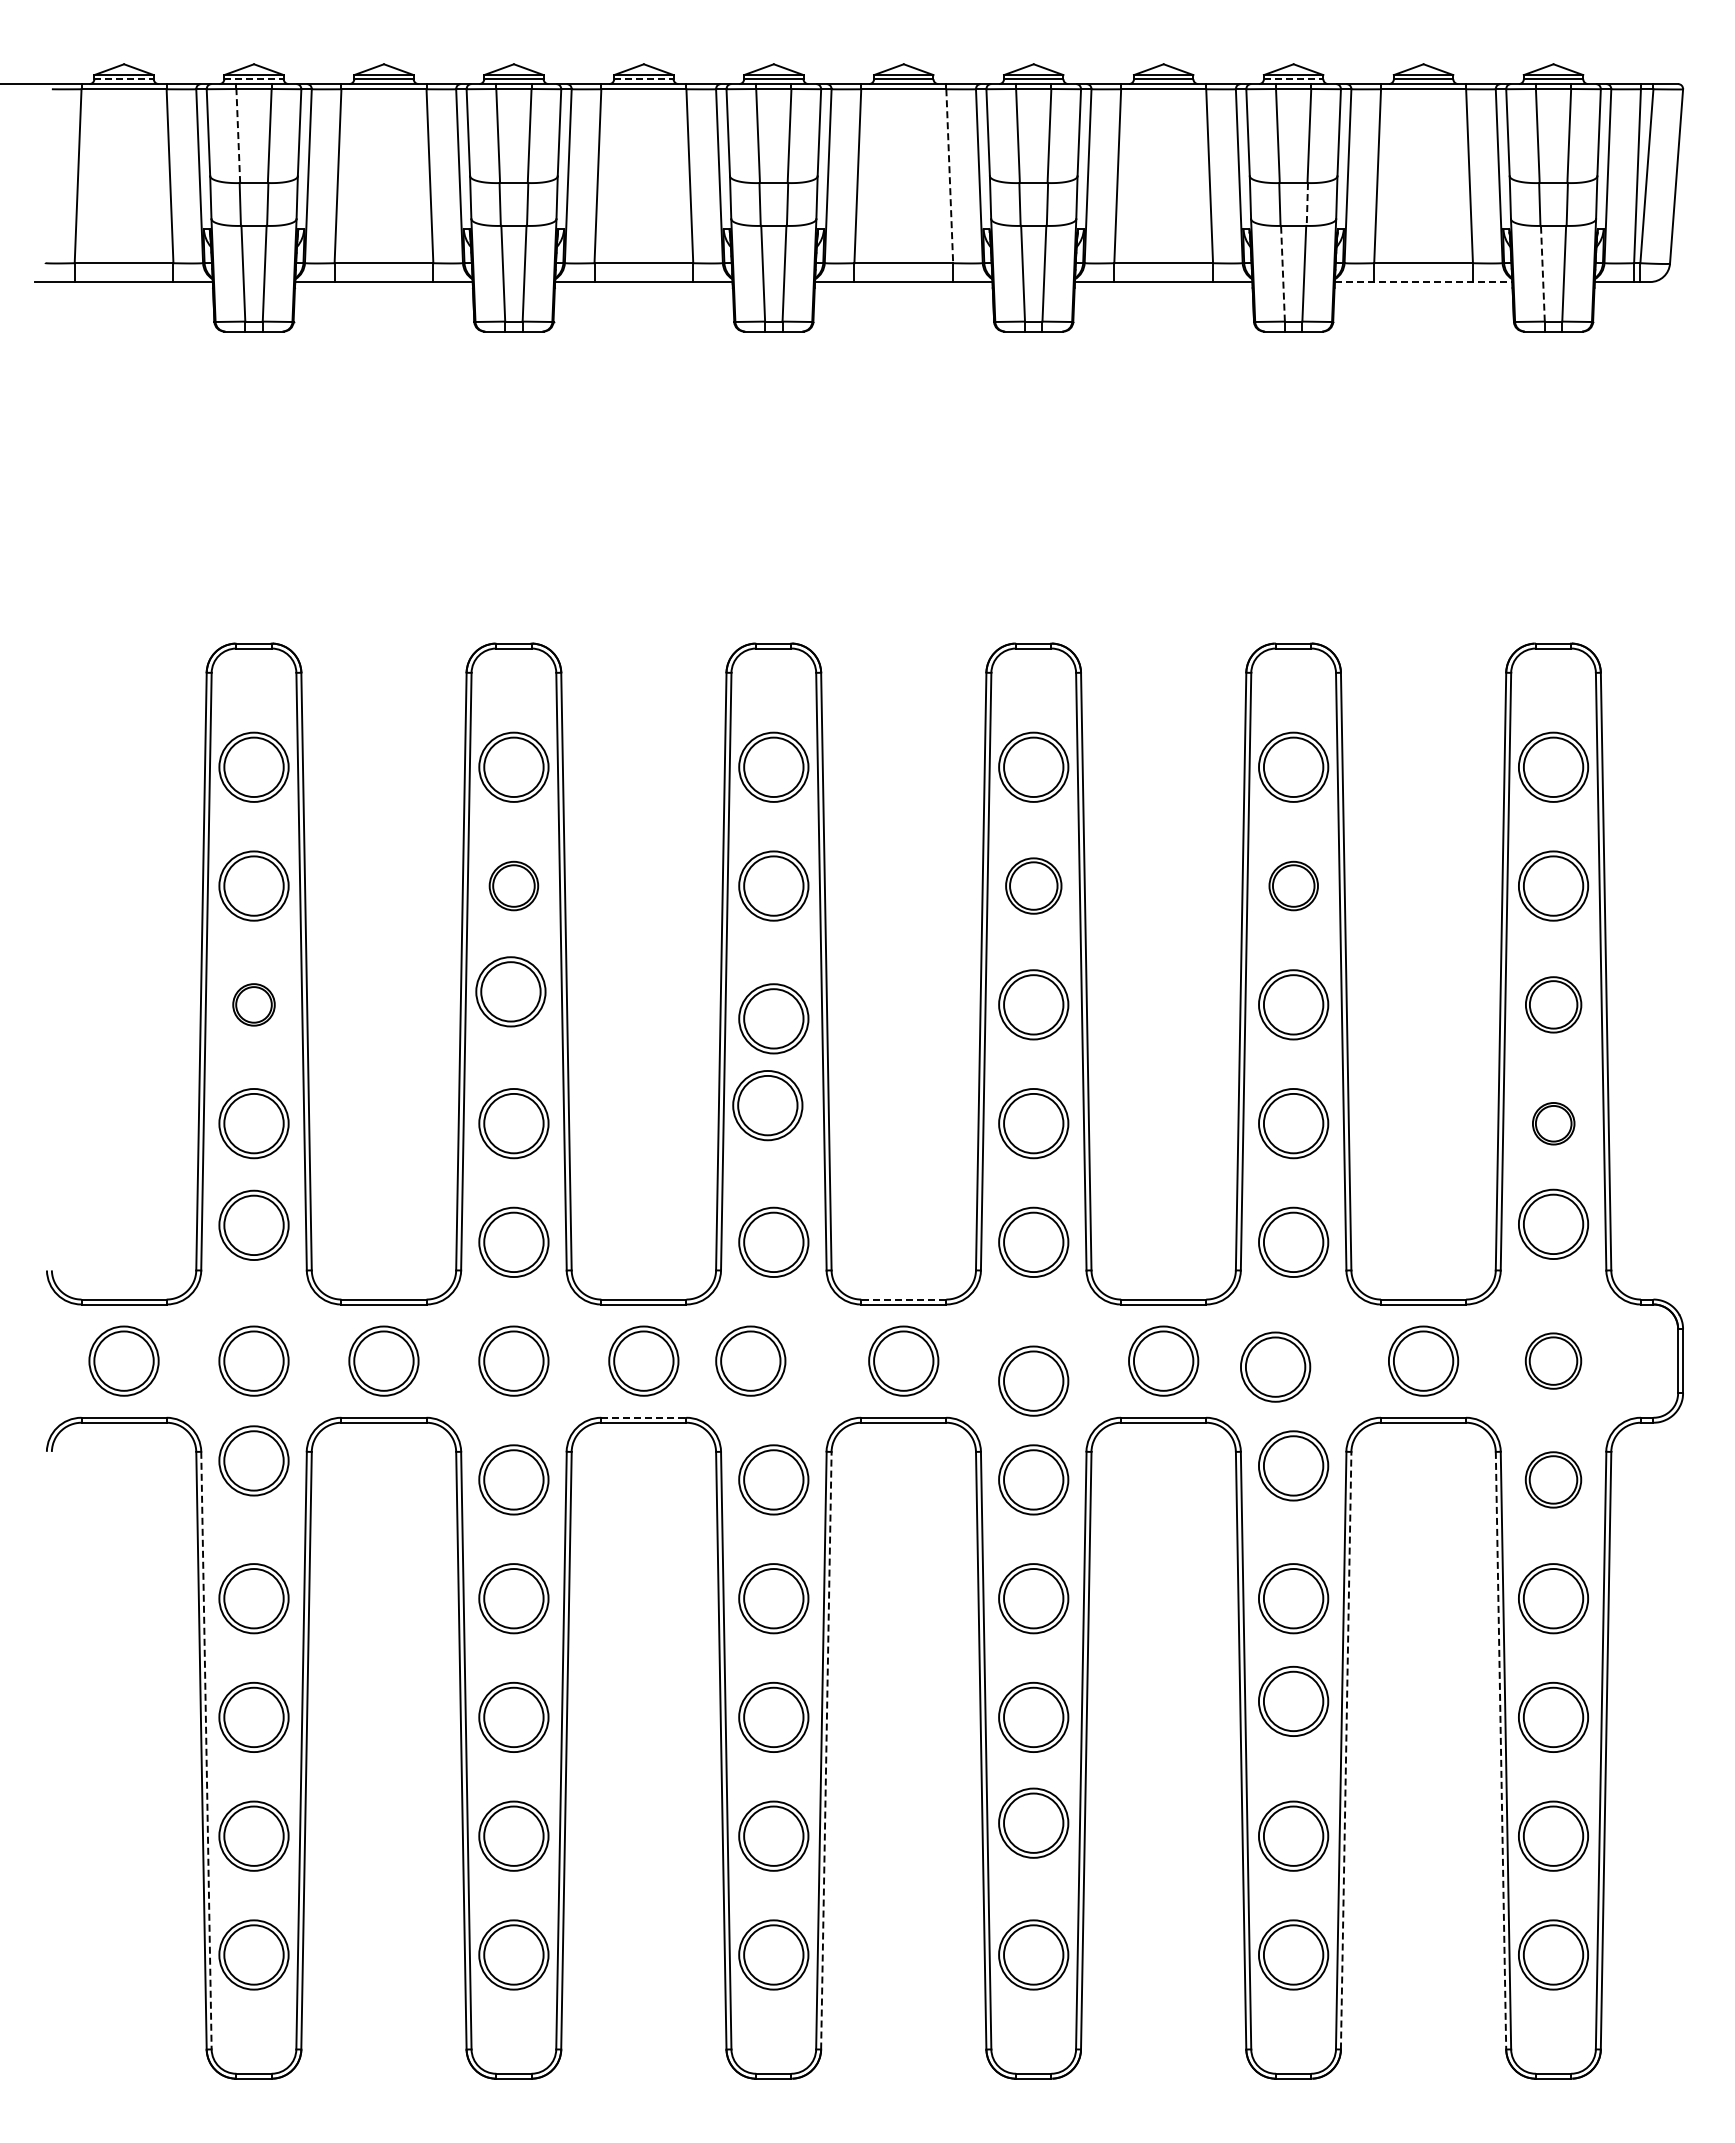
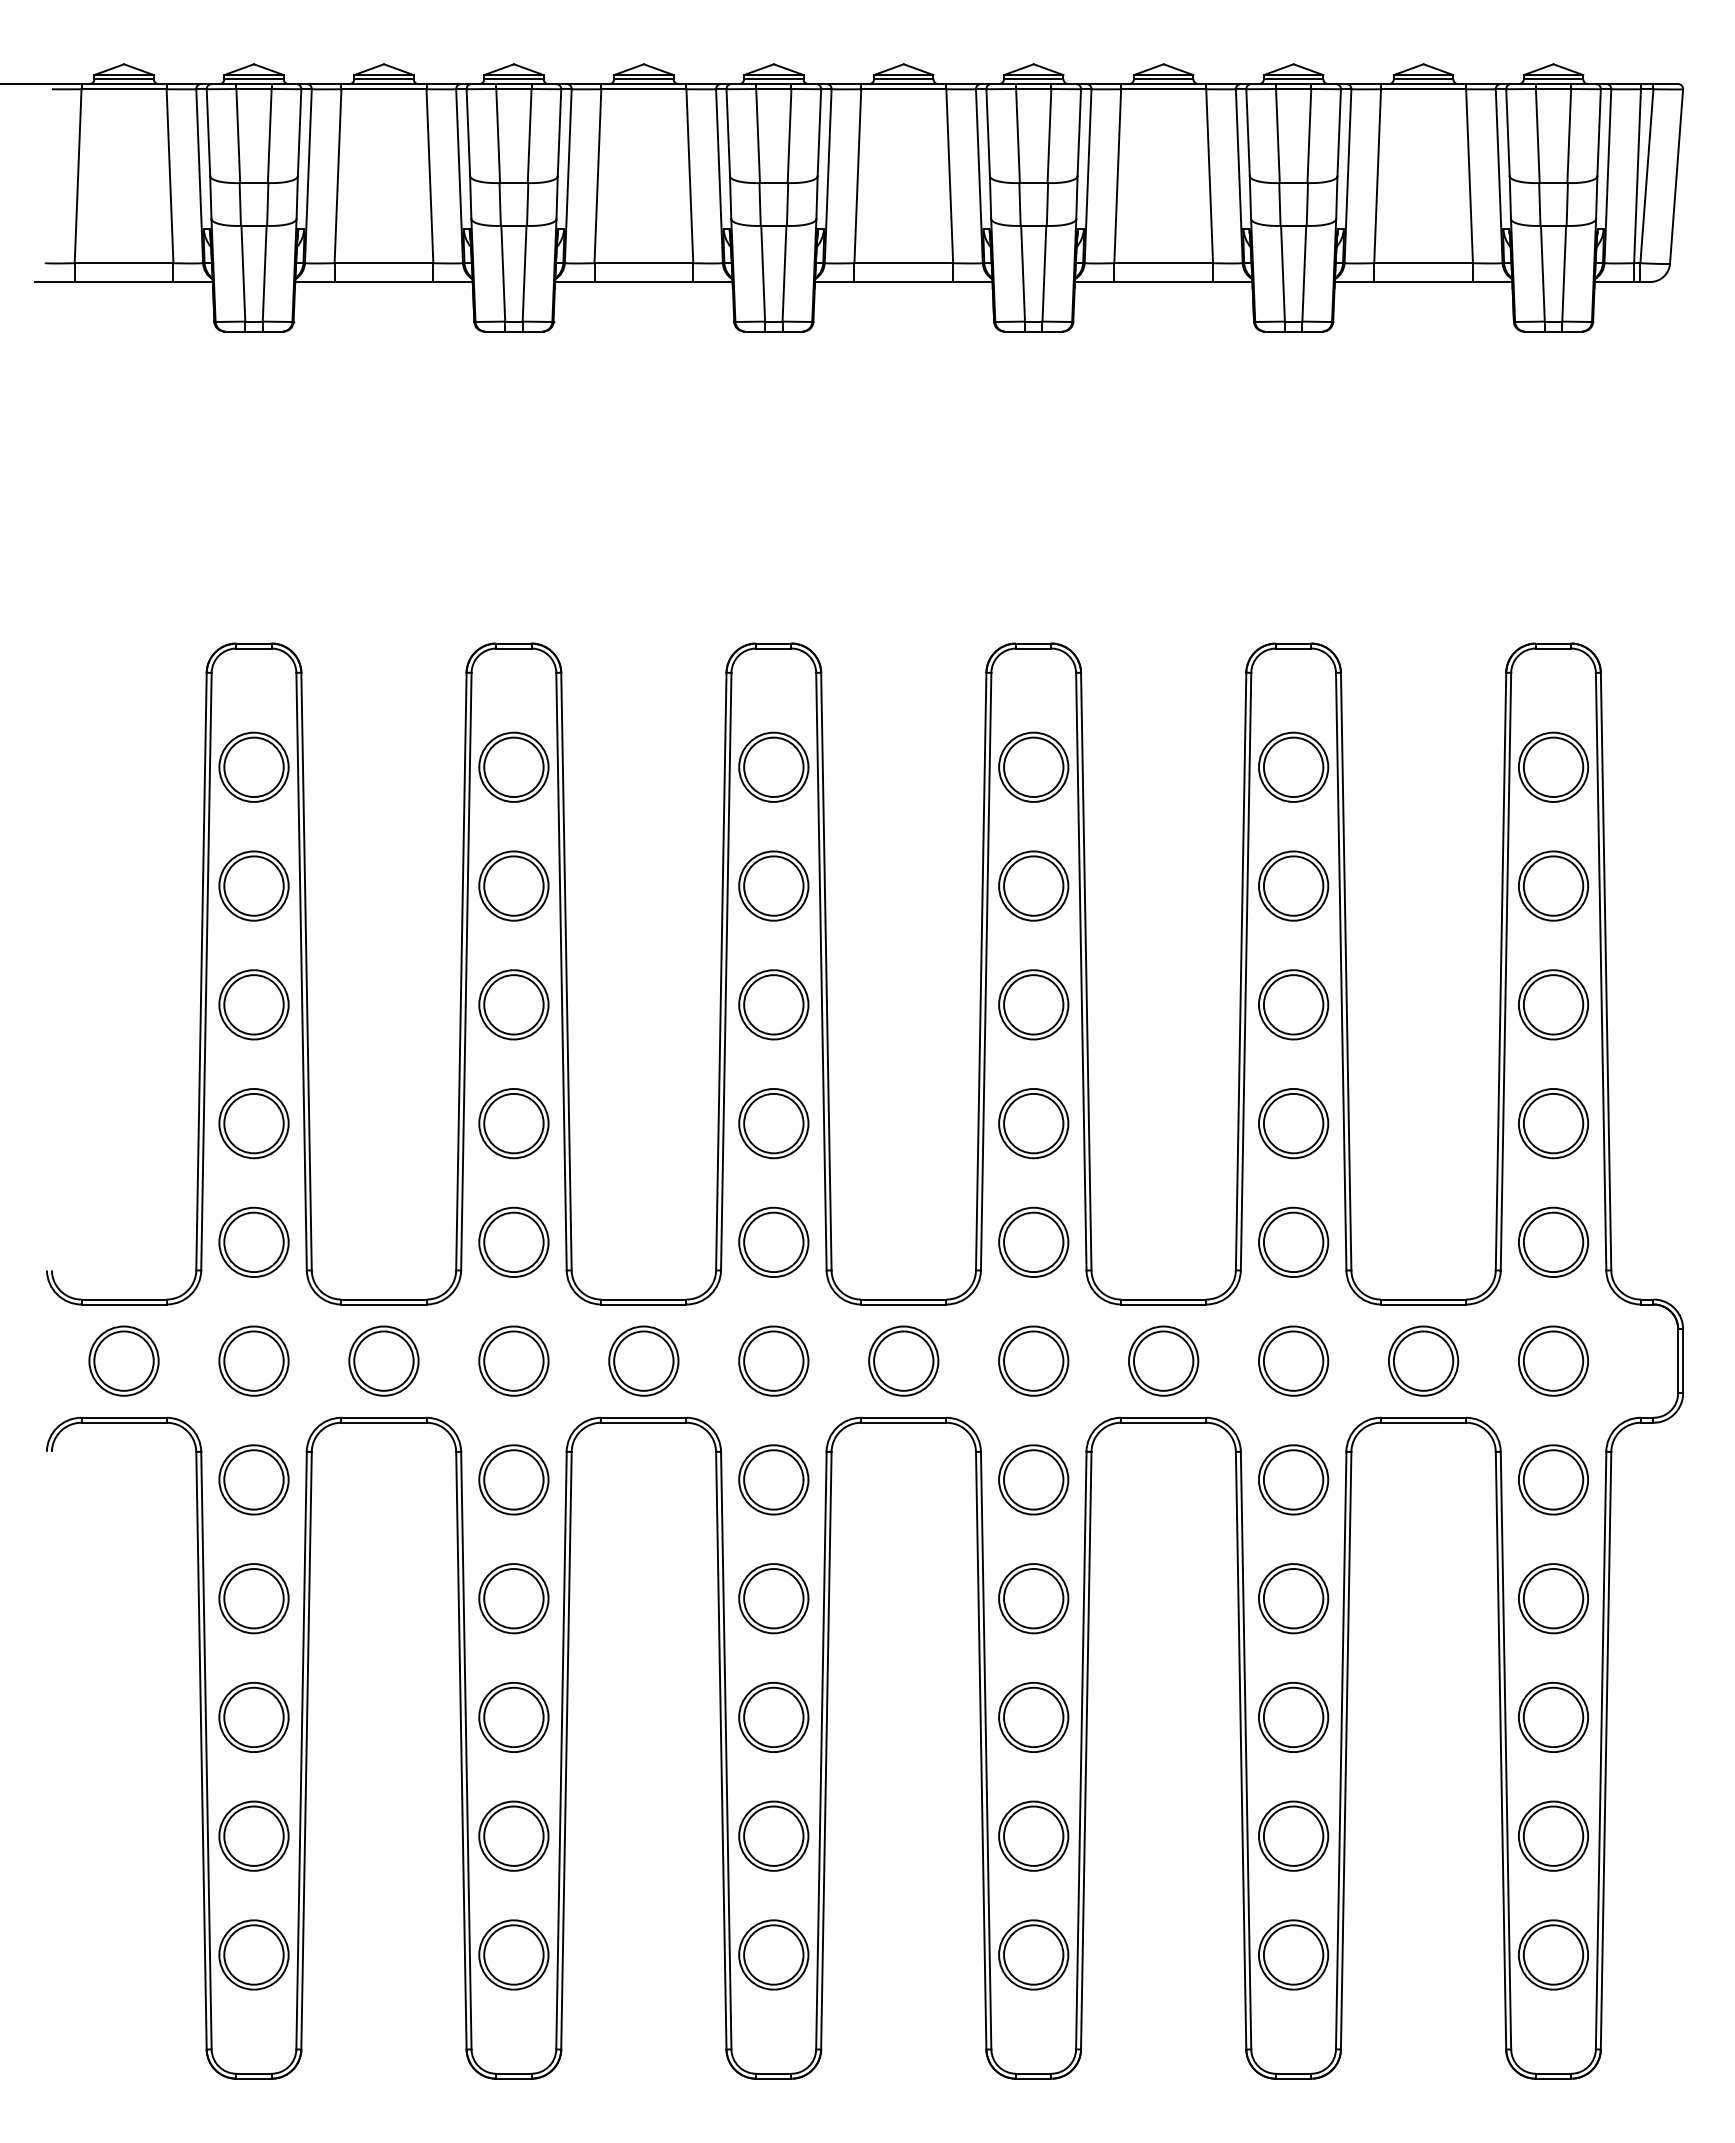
line at (124, 79): dashed -> solid
line at (254, 79): dashed -> solid
line at (643, 79): dashed -> solid
line at (1293, 79): dashed -> solid
line at (238, 135): dashed -> solid
line at (949, 176): dashed -> solid
line at (1307, 204): dashed -> solid
line at (1282, 273): dashed -> solid
line at (1542, 273): dashed -> solid
line at (1423, 282): dashed -> solid
part at (513, 885) size: 52x52 px -> 72x72 px
part at (1033, 885) size: 58x58 px -> 72x72 px
part at (1293, 885) size: 51x52 px -> 72x72 px
part at (510, 991) position: (510, 991) -> (513, 1004)
part at (253, 1004) size: 44x44 px -> 72x72 px
part at (1553, 1004) size: 58x58 px -> 72x72 px
part at (773, 1018) position: (773, 1018) -> (773, 1004)
part at (767, 1105) position: (767, 1105) -> (773, 1123)
part at (1553, 1123) size: 44x44 px -> 72x72 px
part at (1553, 1223) position: (1553, 1223) -> (1553, 1241)
part at (253, 1224) position: (253, 1224) -> (253, 1241)
line at (903, 1299): dashed -> solid
part at (750, 1360) position: (750, 1360) -> (773, 1360)
part at (1553, 1360) size: 59x58 px -> 71x72 px
part at (1275, 1366) position: (1275, 1366) -> (1293, 1360)
part at (1033, 1380) position: (1033, 1380) -> (1033, 1360)
line at (643, 1417): dashed -> solid
part at (253, 1460) position: (253, 1460) -> (253, 1479)
part at (1293, 1465) position: (1293, 1465) -> (1293, 1479)
part at (1553, 1479) size: 59x58 px -> 71x72 px
part at (1293, 1700) position: (1293, 1700) -> (1293, 1716)
line at (206, 1750): dashed -> solid
line at (826, 1750): dashed -> solid
line at (1346, 1750): dashed -> solid
line at (1501, 1750): dashed -> solid
part at (1033, 1822) position: (1033, 1822) -> (1033, 1835)
